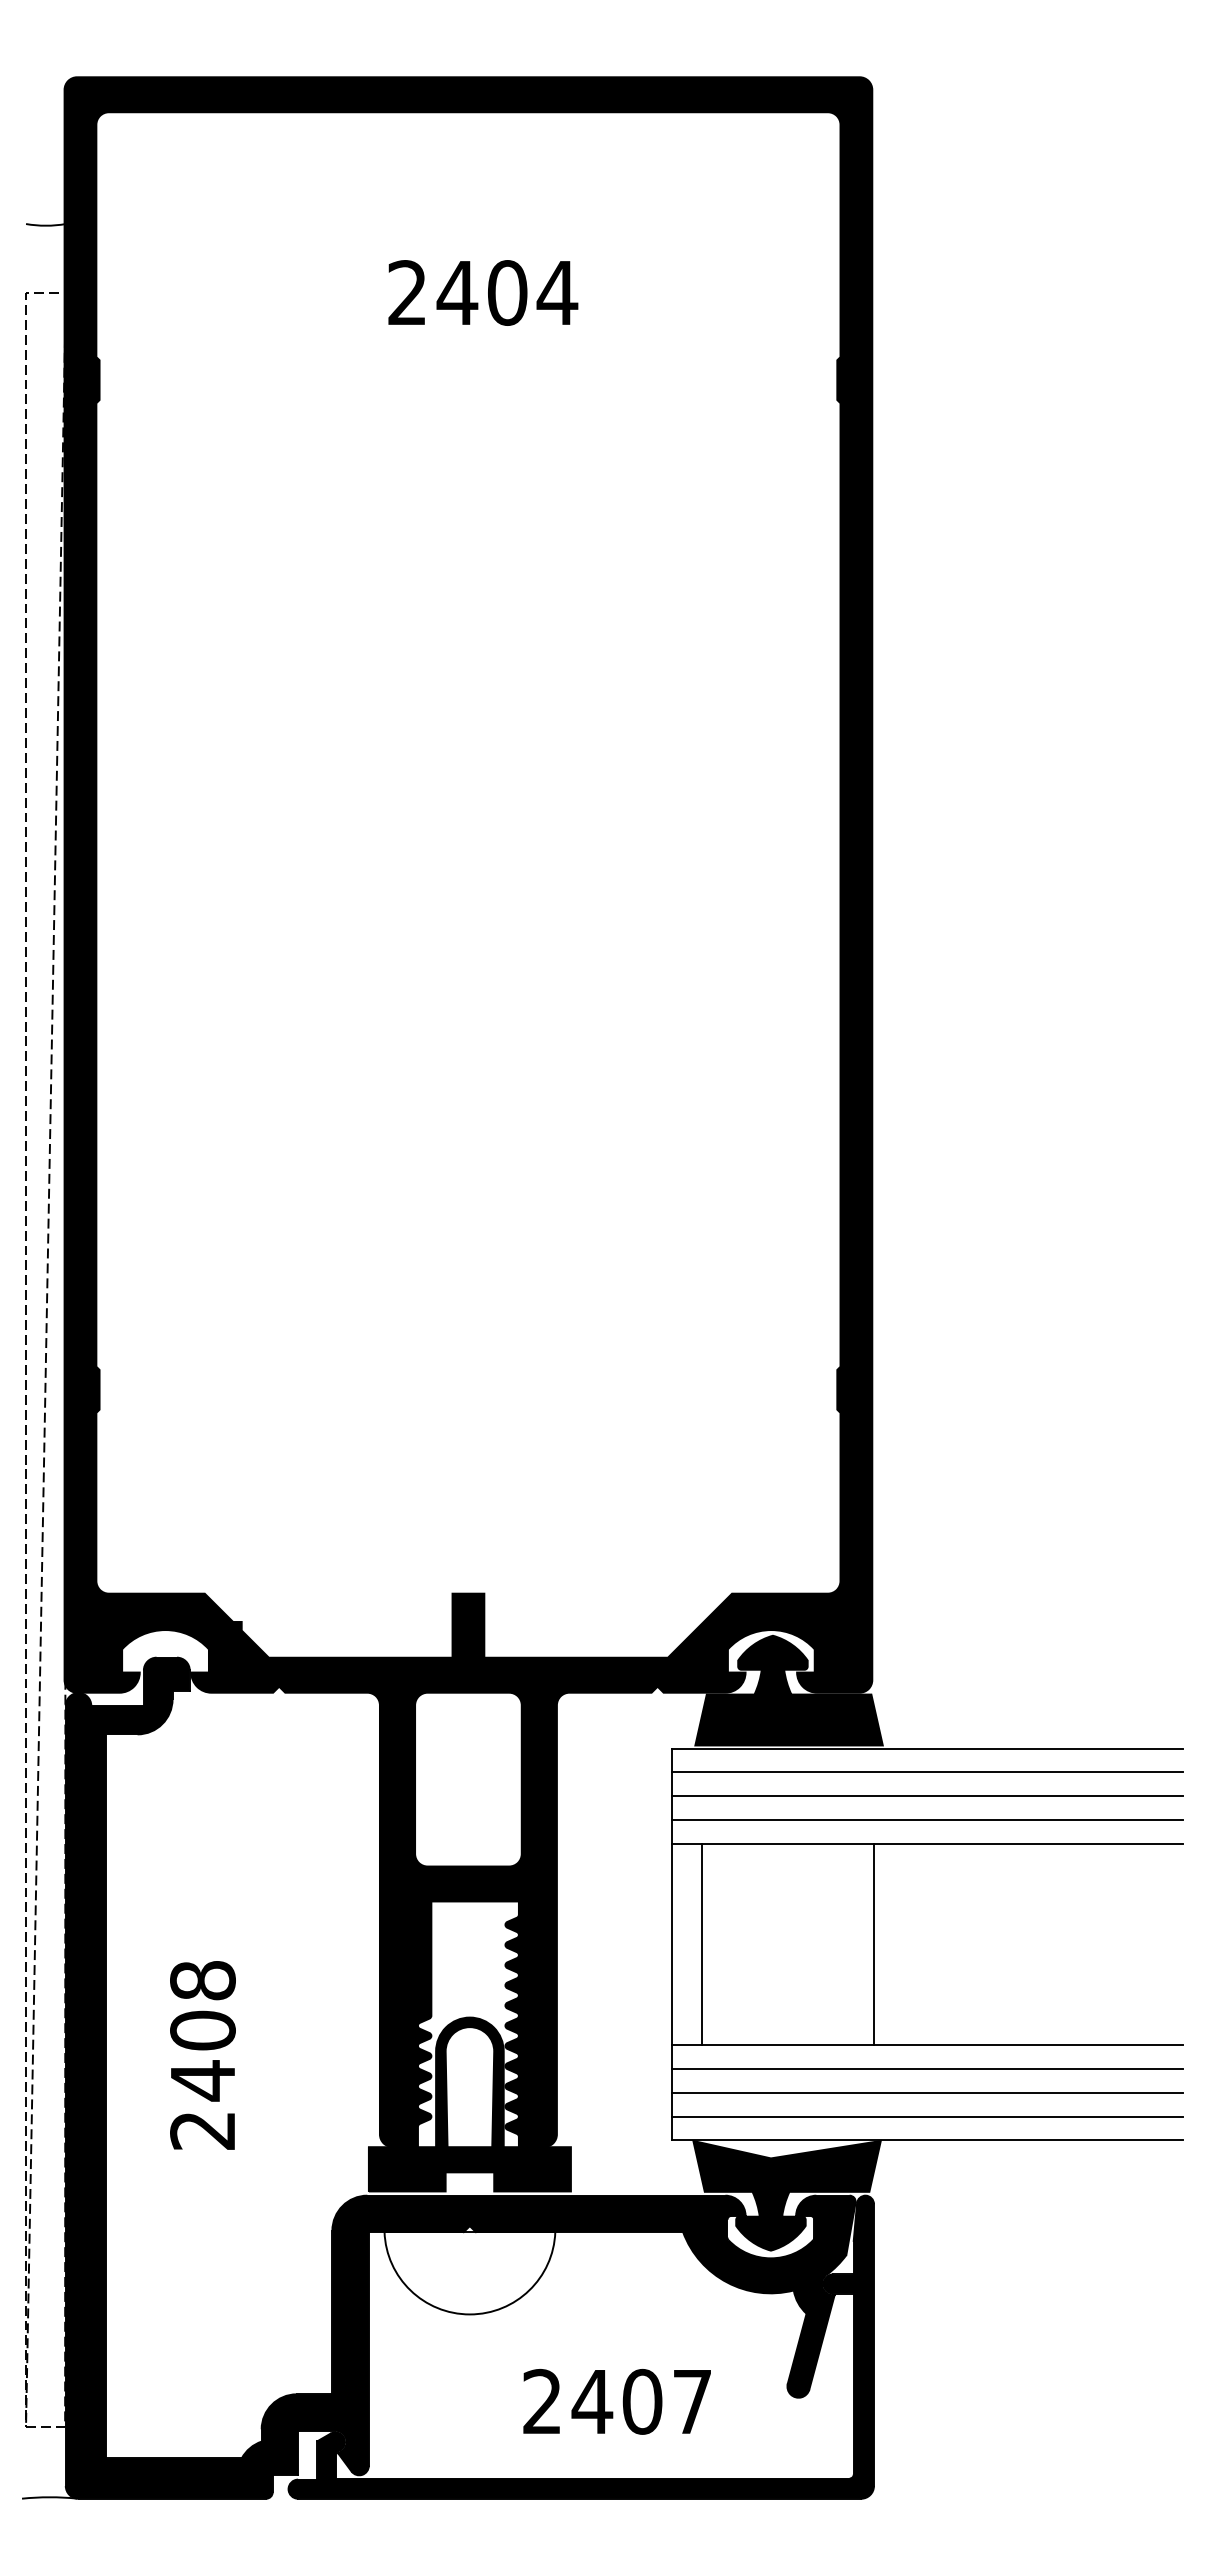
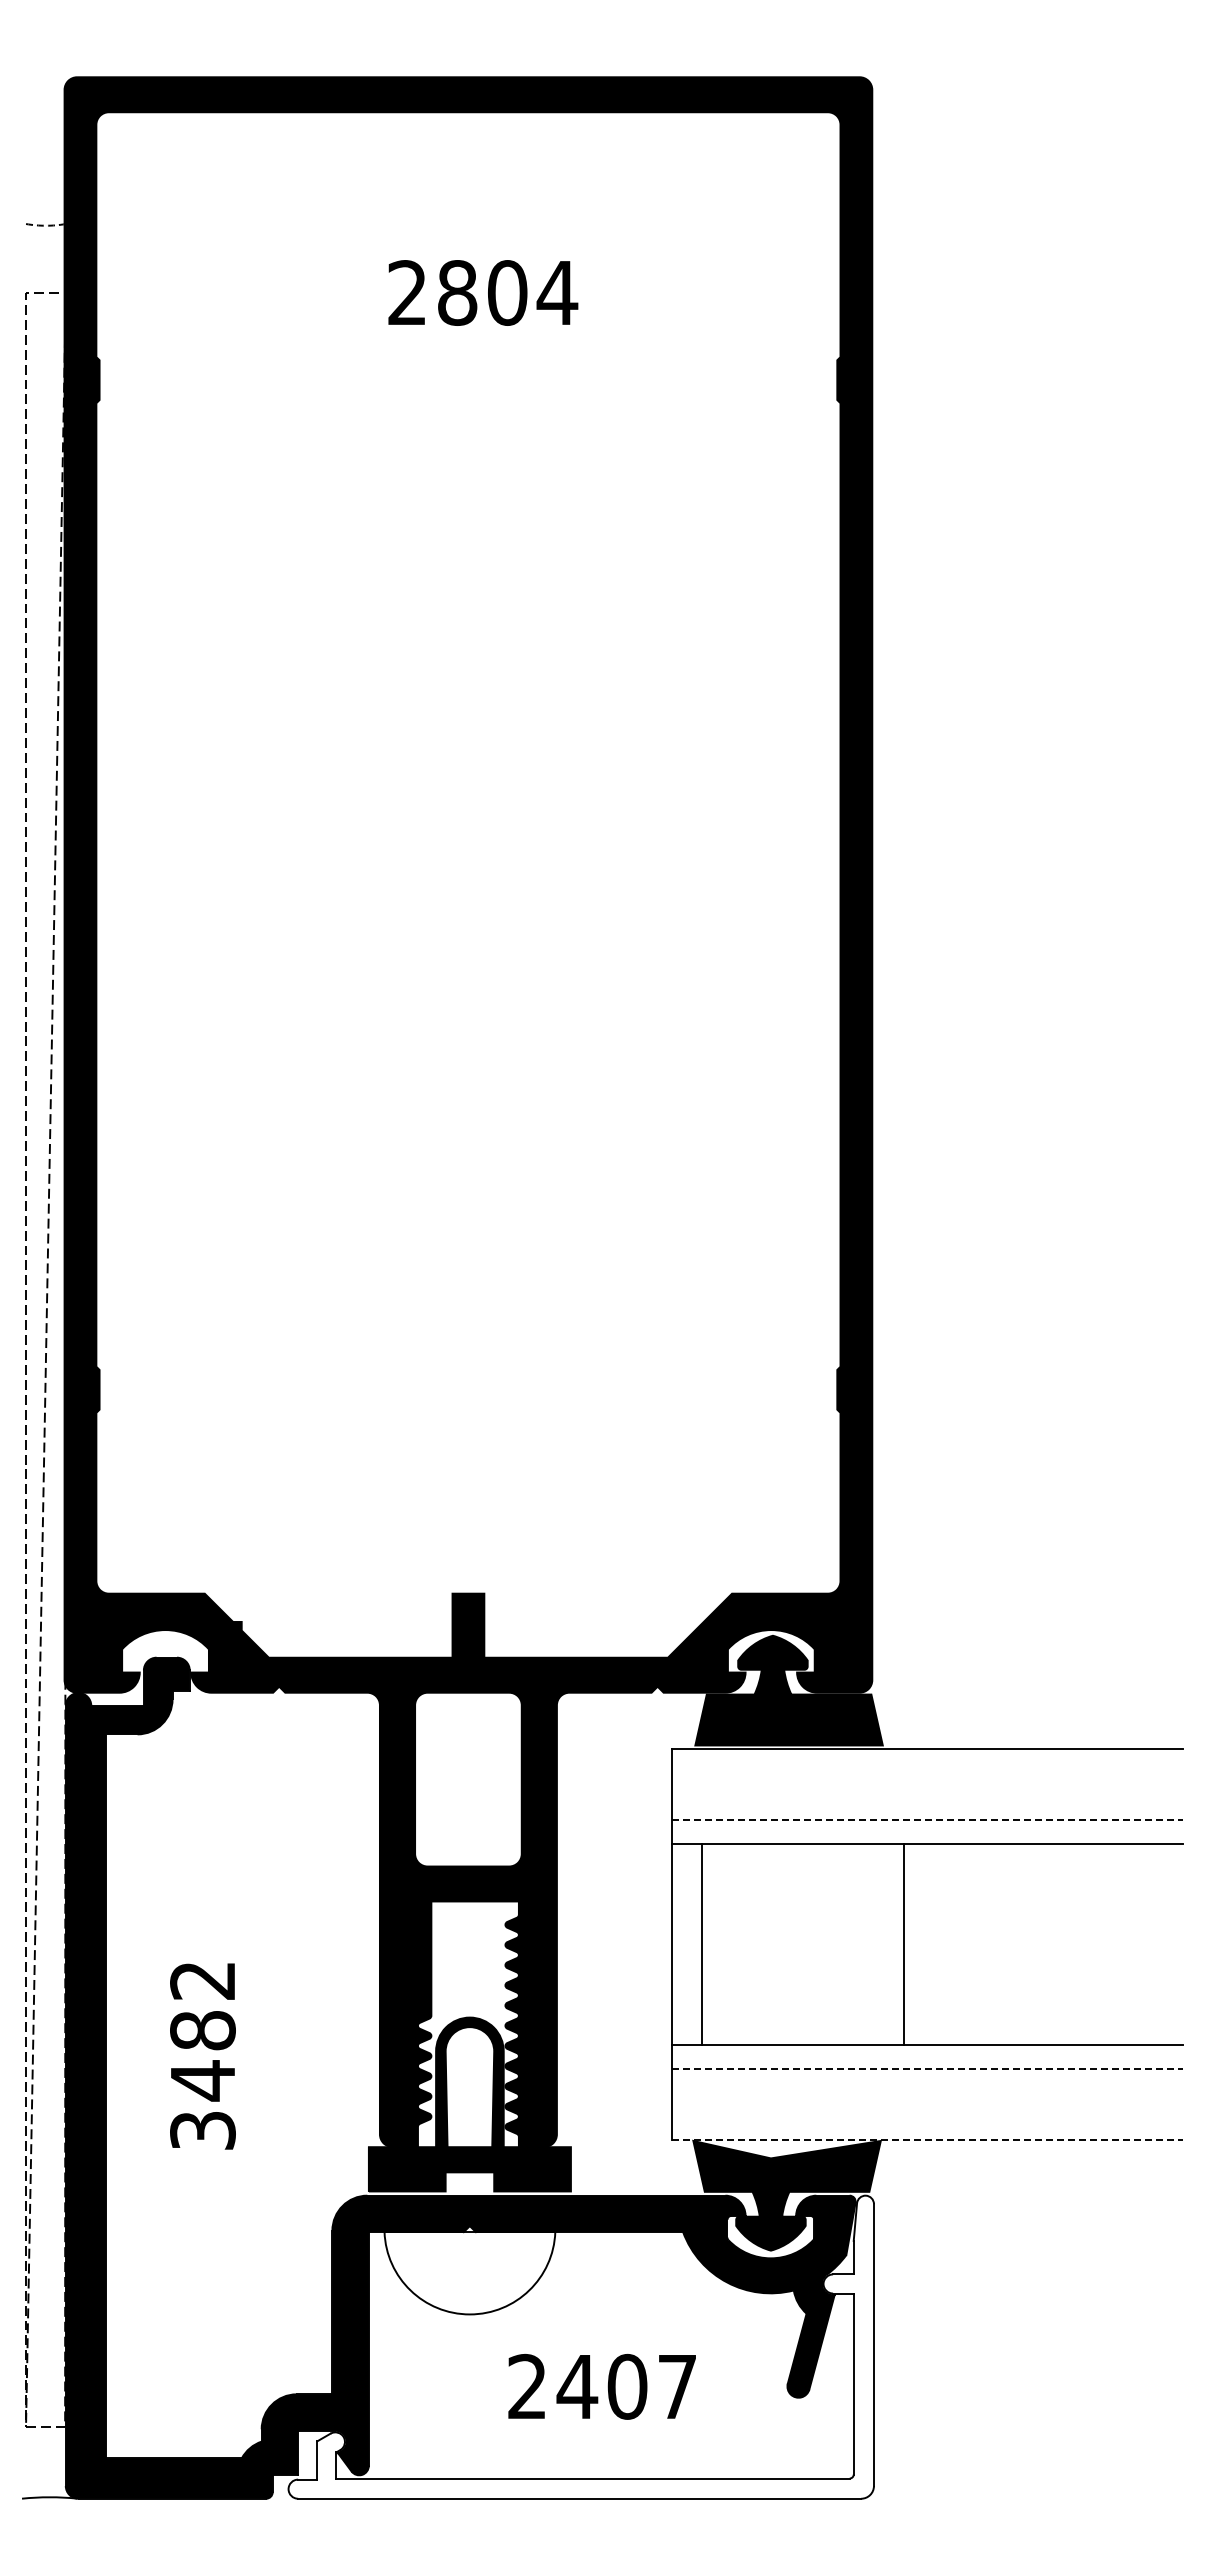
arc at (45, 225): solid -> dashed
text at (457, 292): 2404 -> 2804
line at (926, 1772): present -> none
line at (926, 1796): present -> none
line at (927, 1820): solid -> dashed
line at (873, 1944) position: (873, 1944) -> (903, 1944)
text at (202, 2055): 2408 -> 3482
line at (927, 2068): solid -> dashed
line at (926, 2092): present -> none
line at (926, 2116): present -> none
line at (927, 2140): solid -> dashed
fill at (580, 2346): present -> none
text at (616, 2401) position: (616, 2401) -> (601, 2386)
